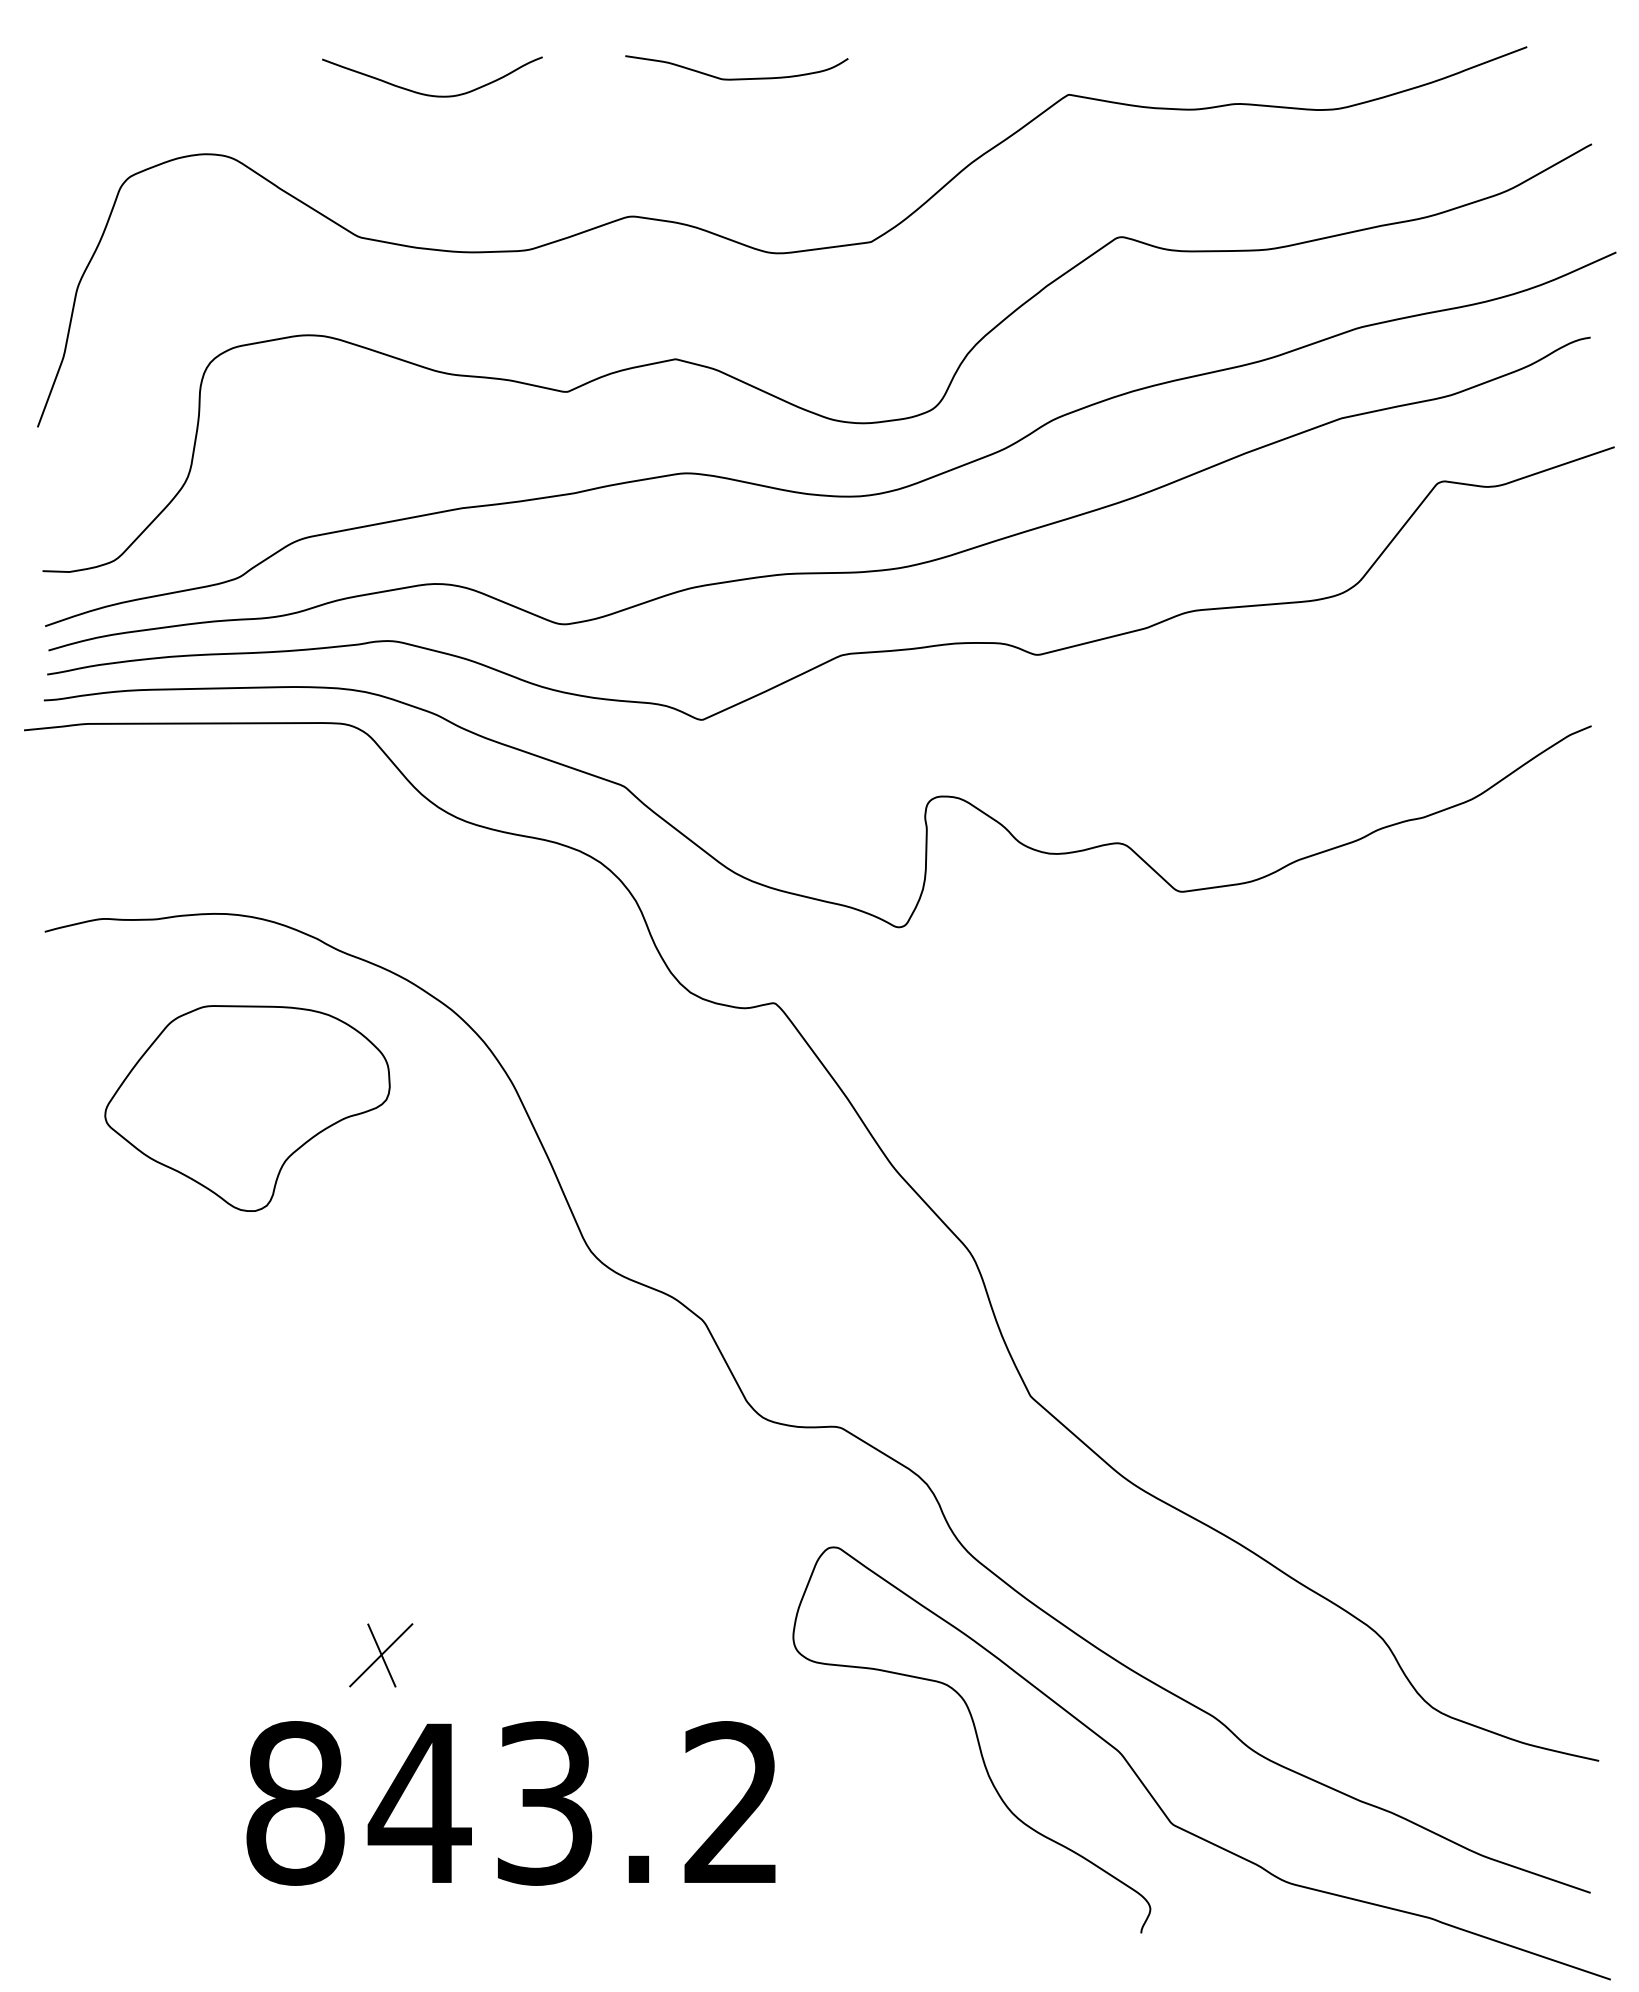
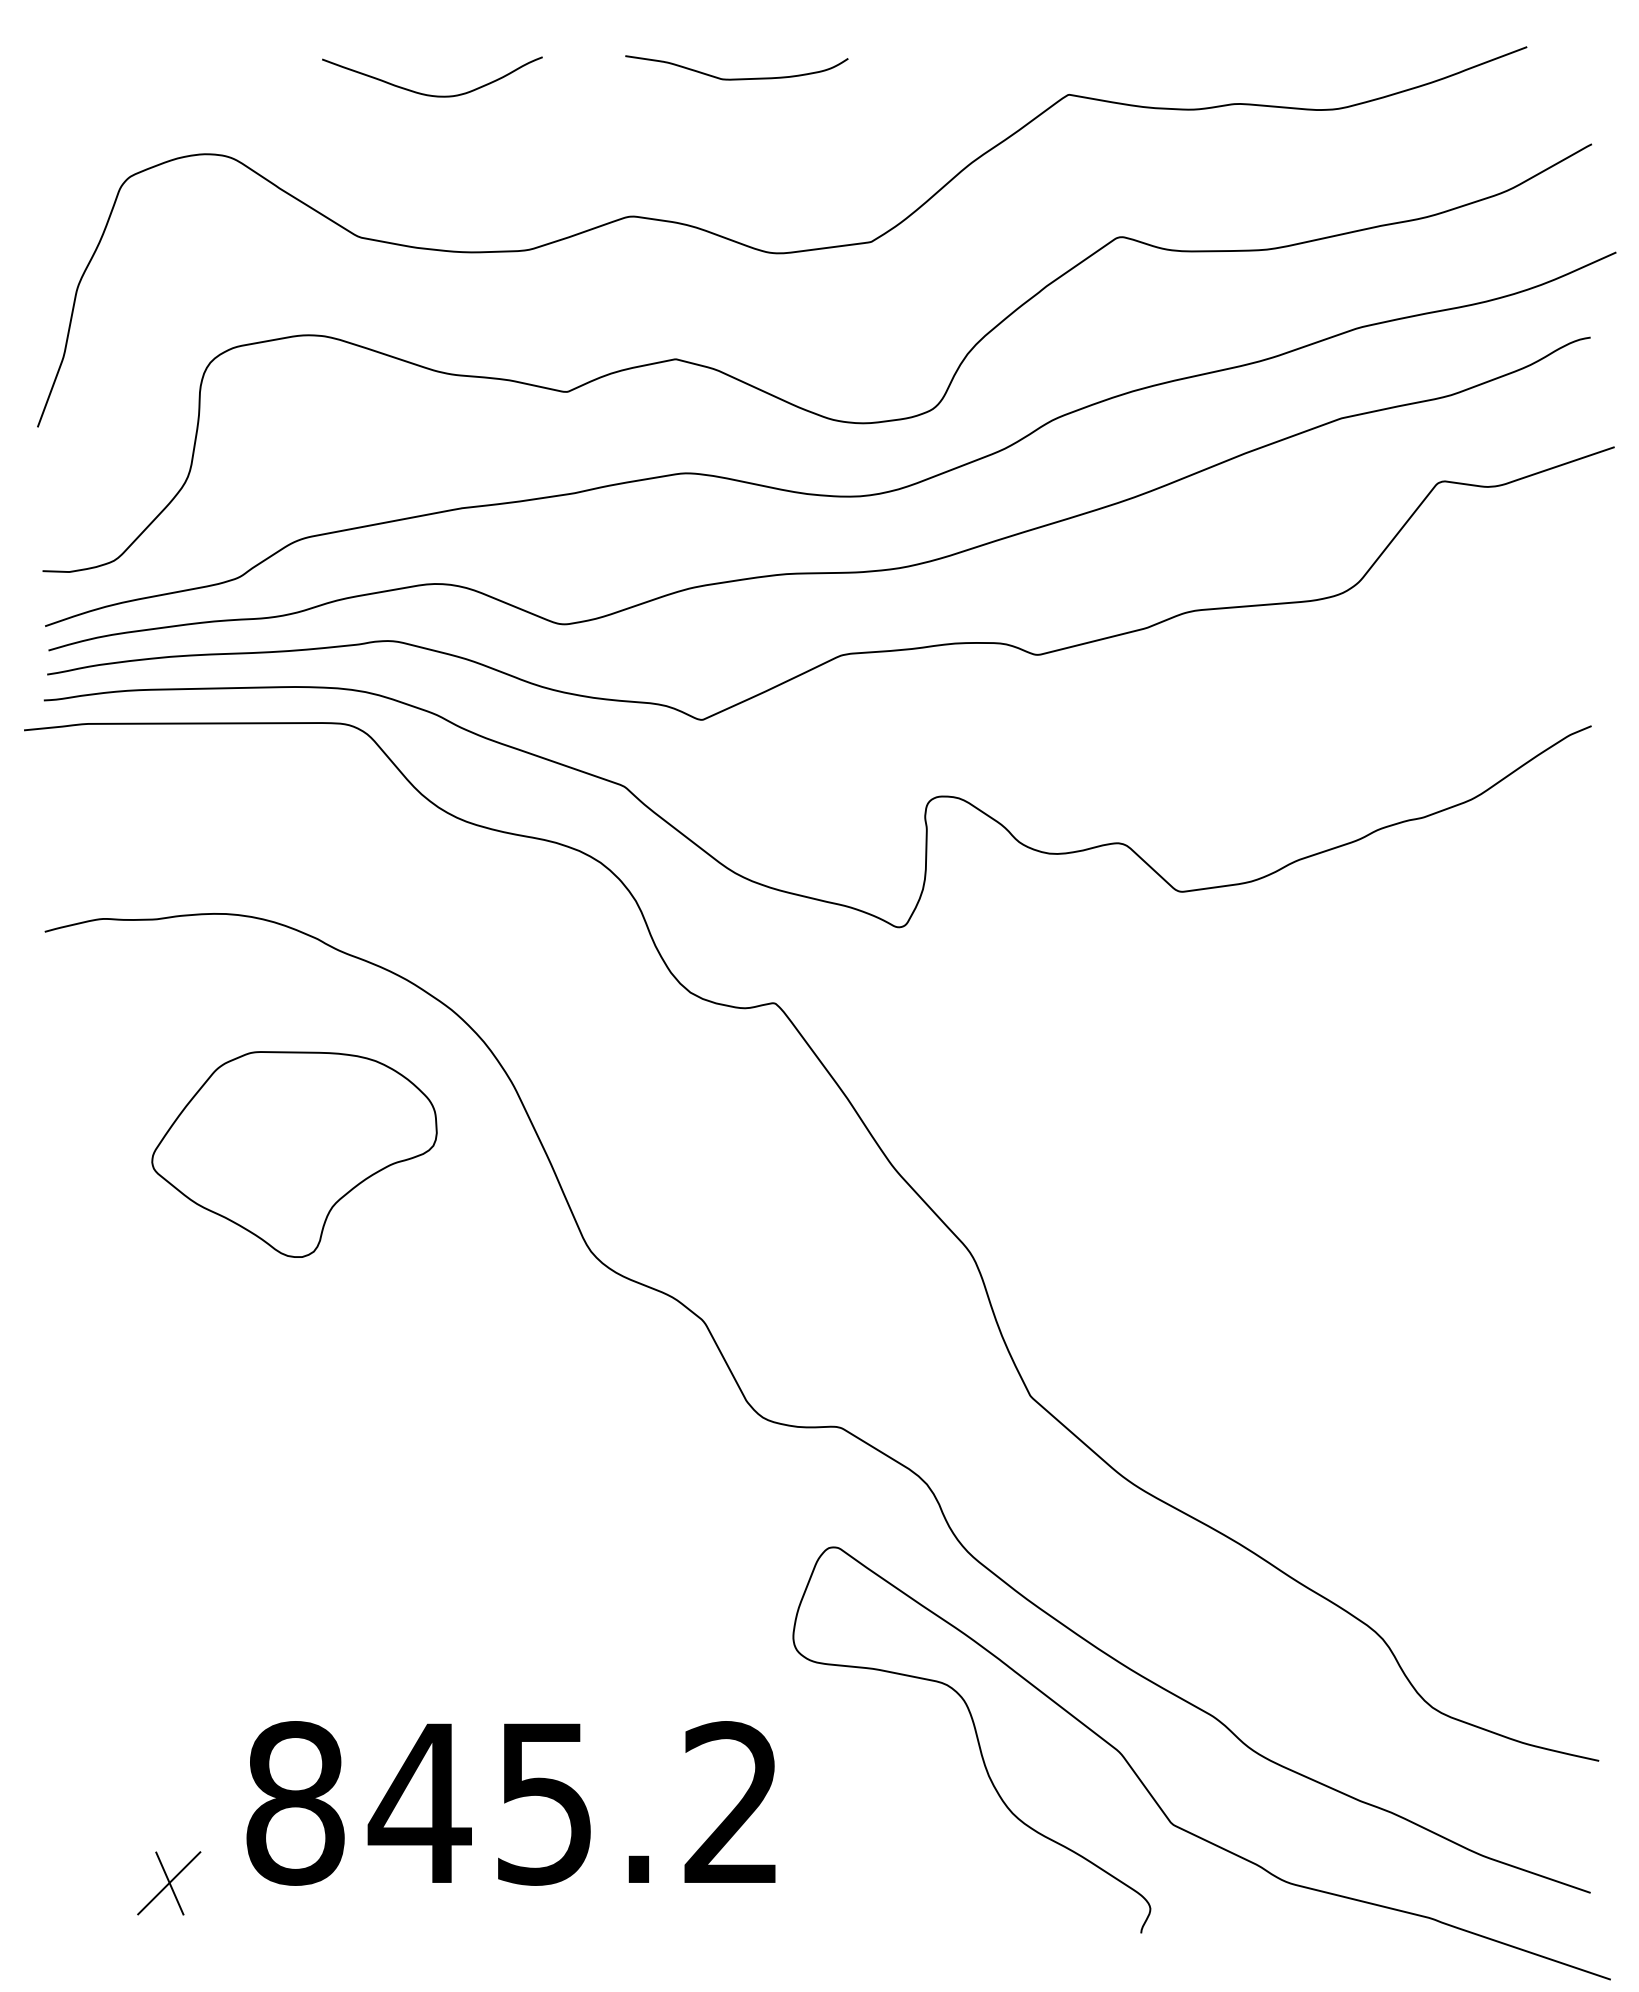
part at (247, 1108) position: (247, 1108) -> (294, 1154)
part at (381, 1655) position: (381, 1655) -> (169, 1883)
text at (545, 1803): 843.2 -> 845.2
